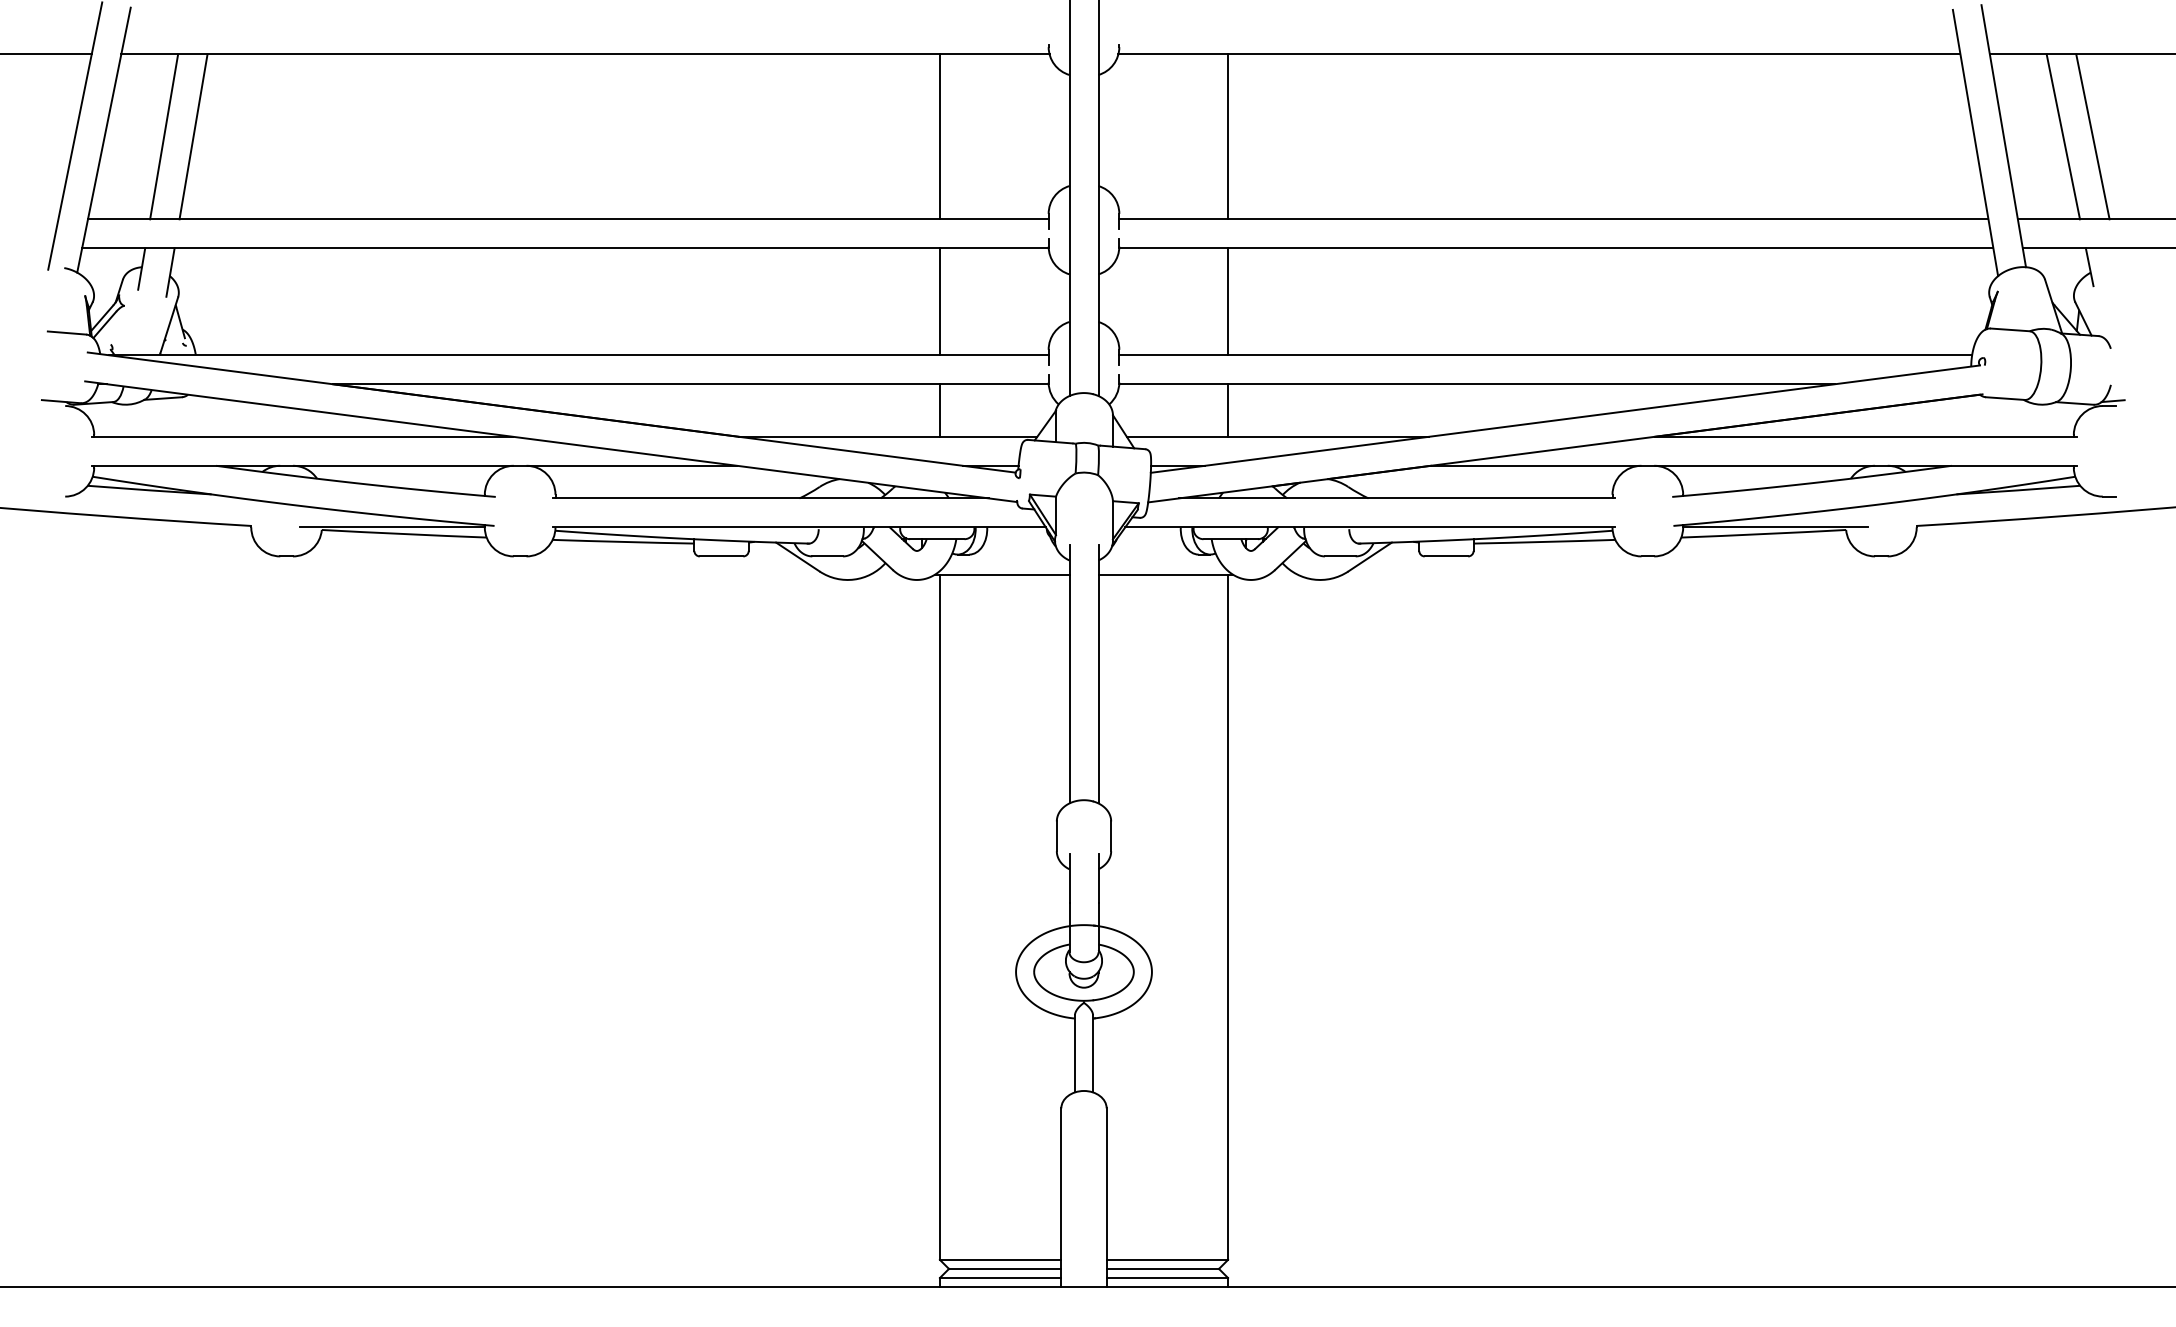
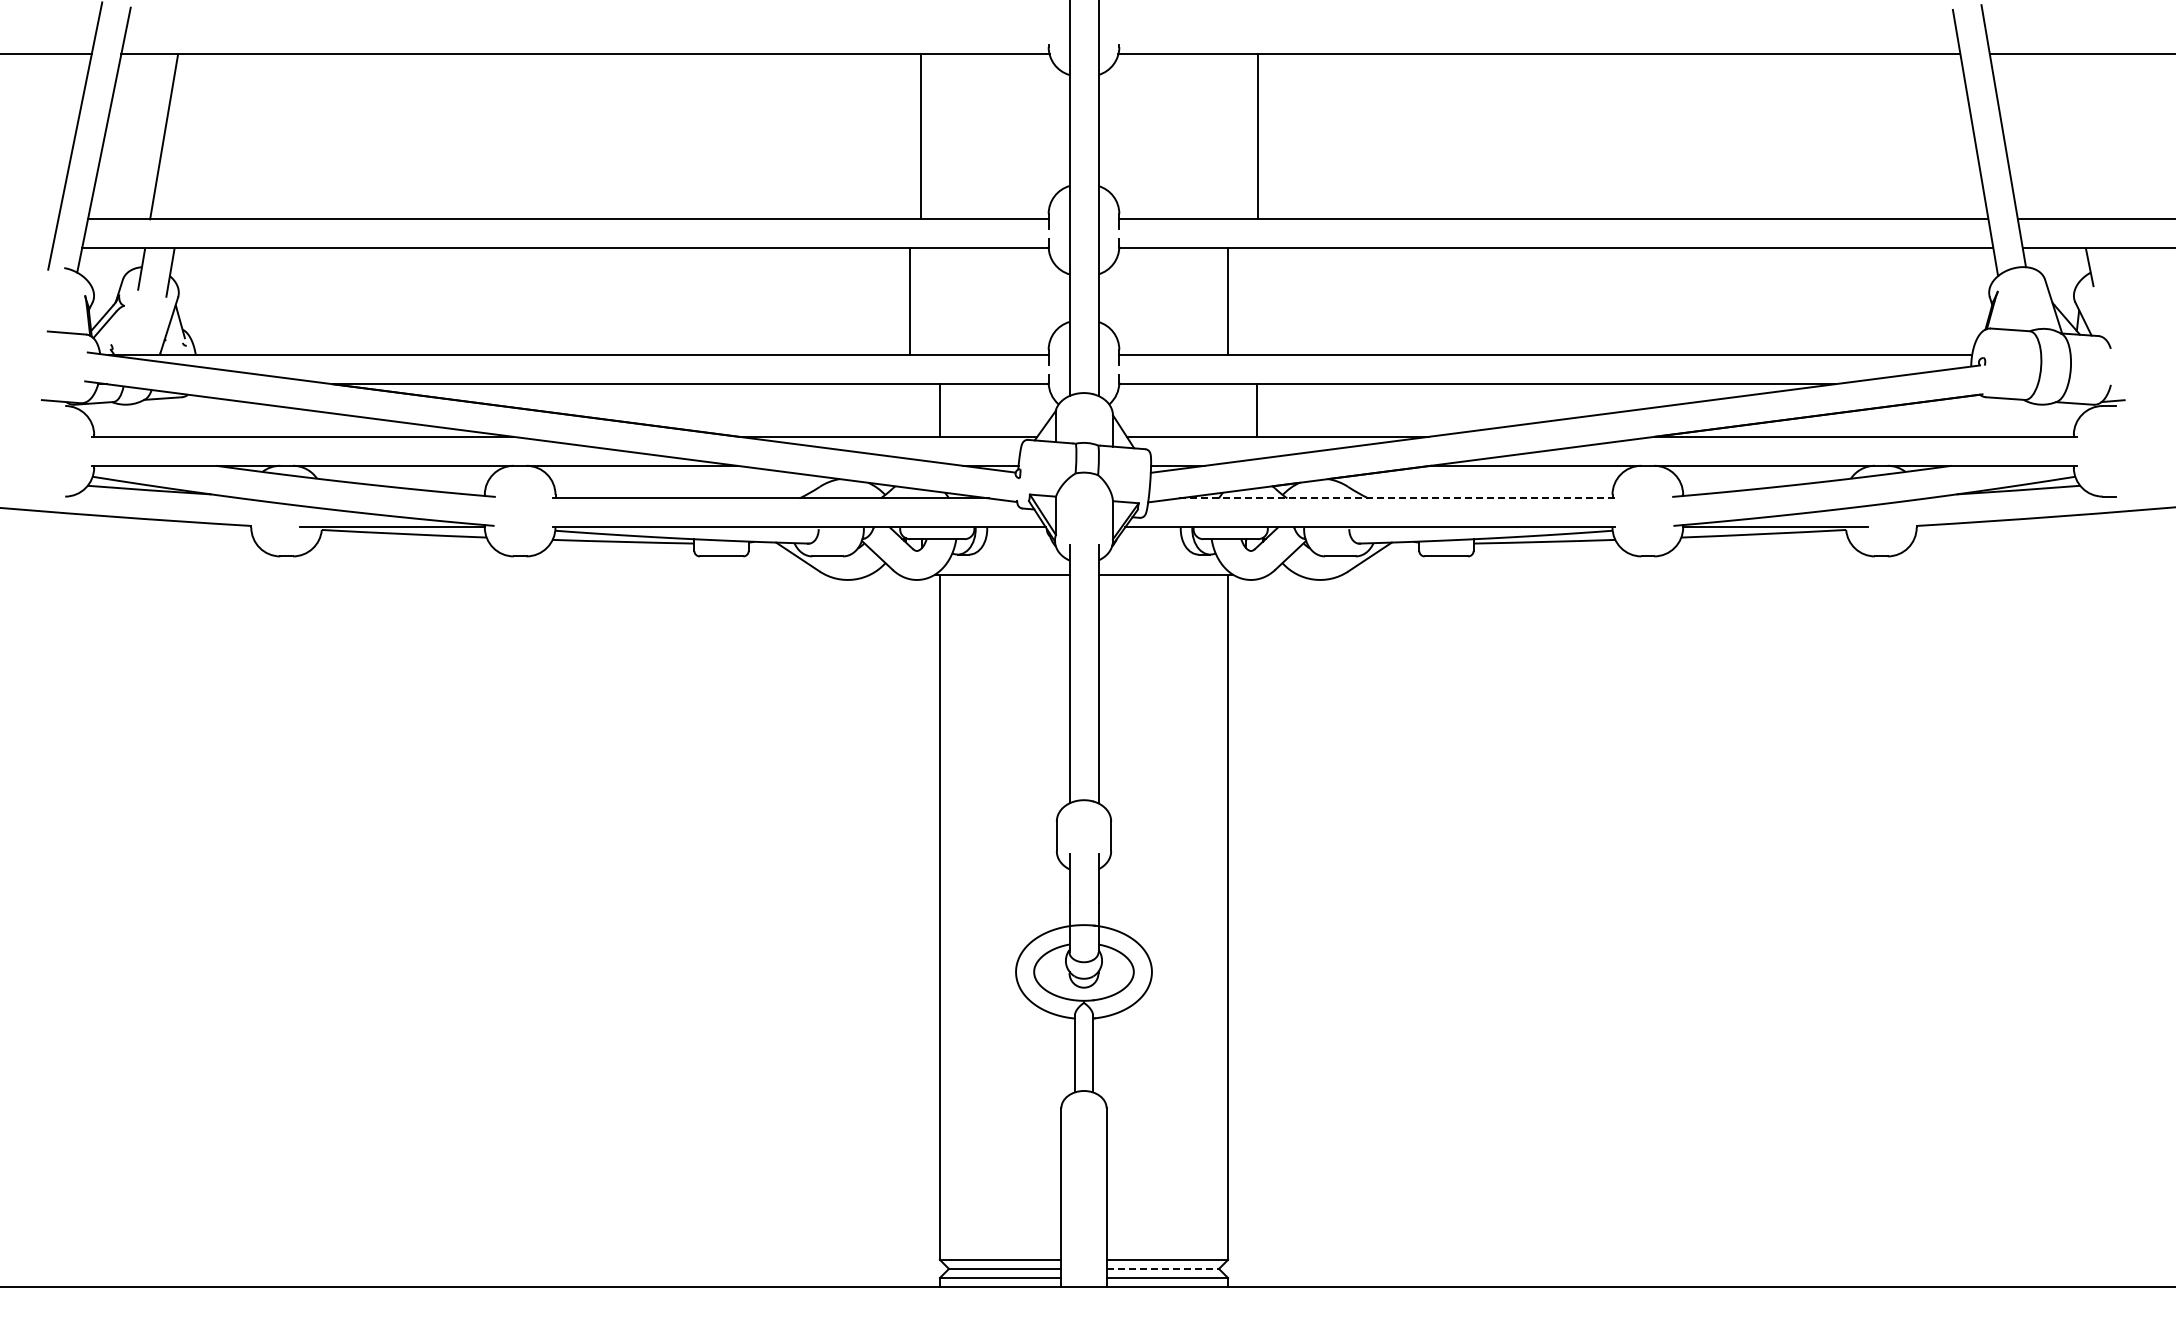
line at (193, 136): present -> none
line at (939, 136) position: (939, 136) -> (920, 136)
line at (1228, 136) position: (1228, 136) -> (1258, 136)
line at (2063, 136): present -> none
line at (2092, 136): present -> none
line at (939, 301) position: (939, 301) -> (909, 301)
line at (1228, 410) position: (1228, 410) -> (1257, 410)
line at (1397, 498): solid -> dashed
line at (1163, 1268): solid -> dashed
